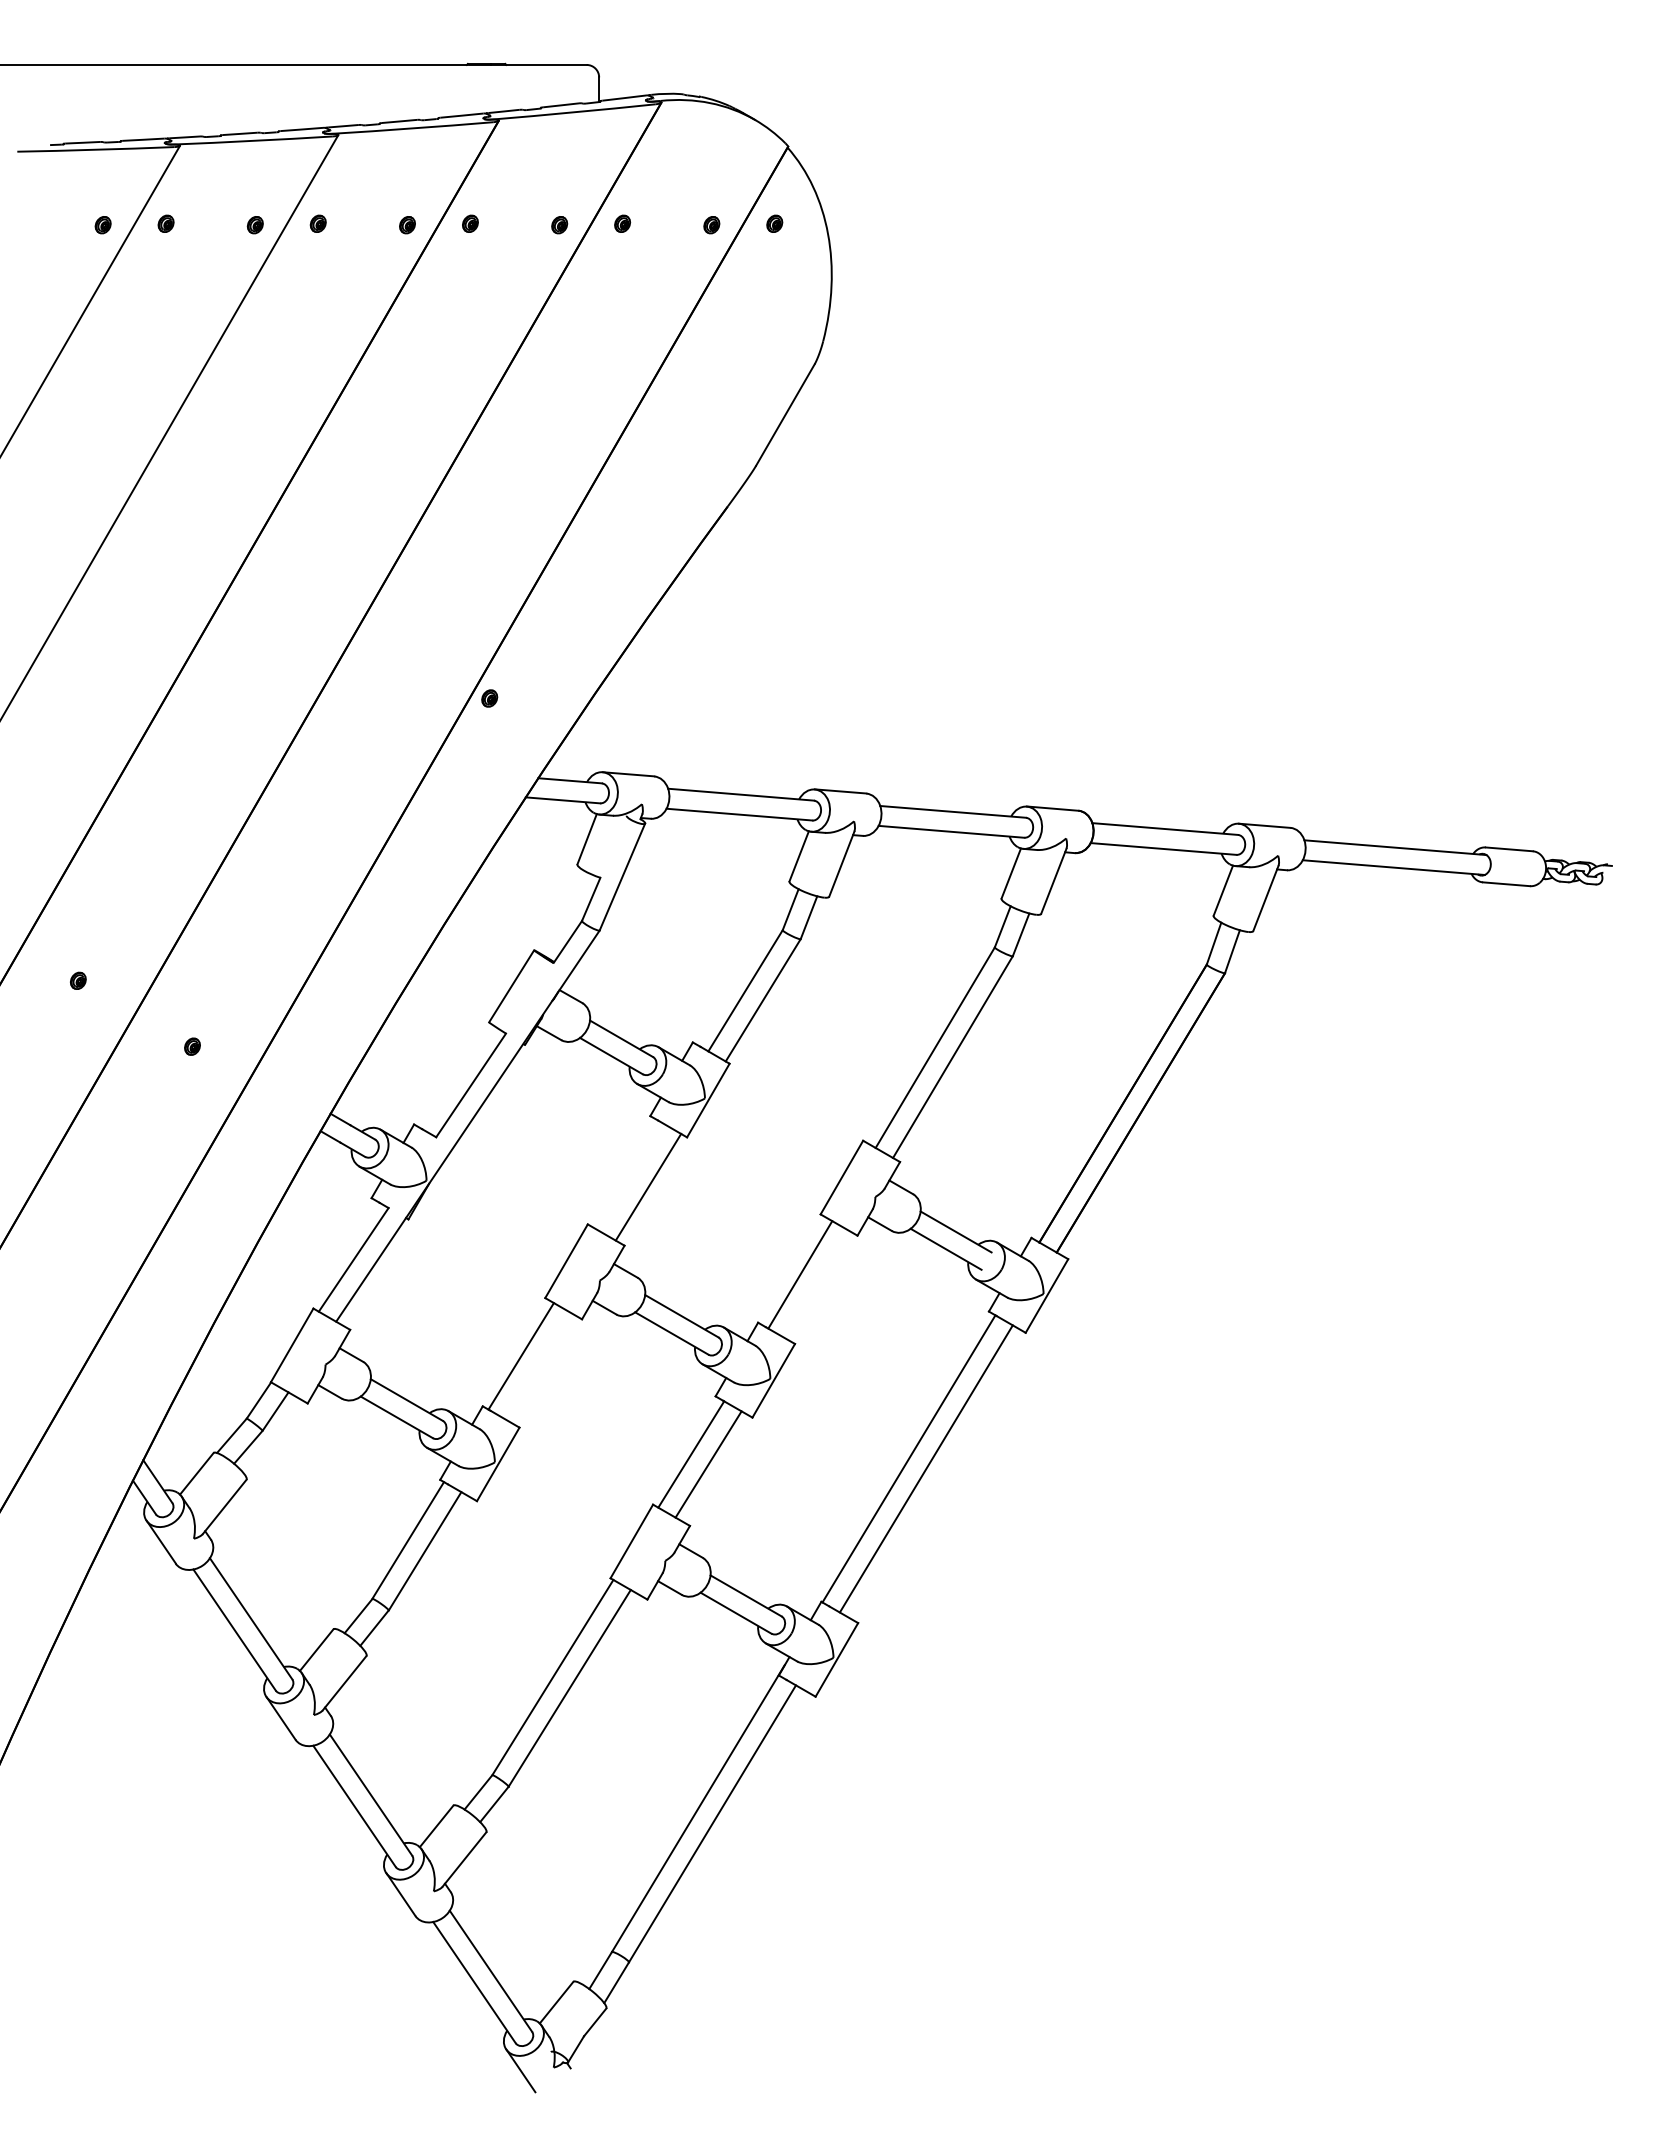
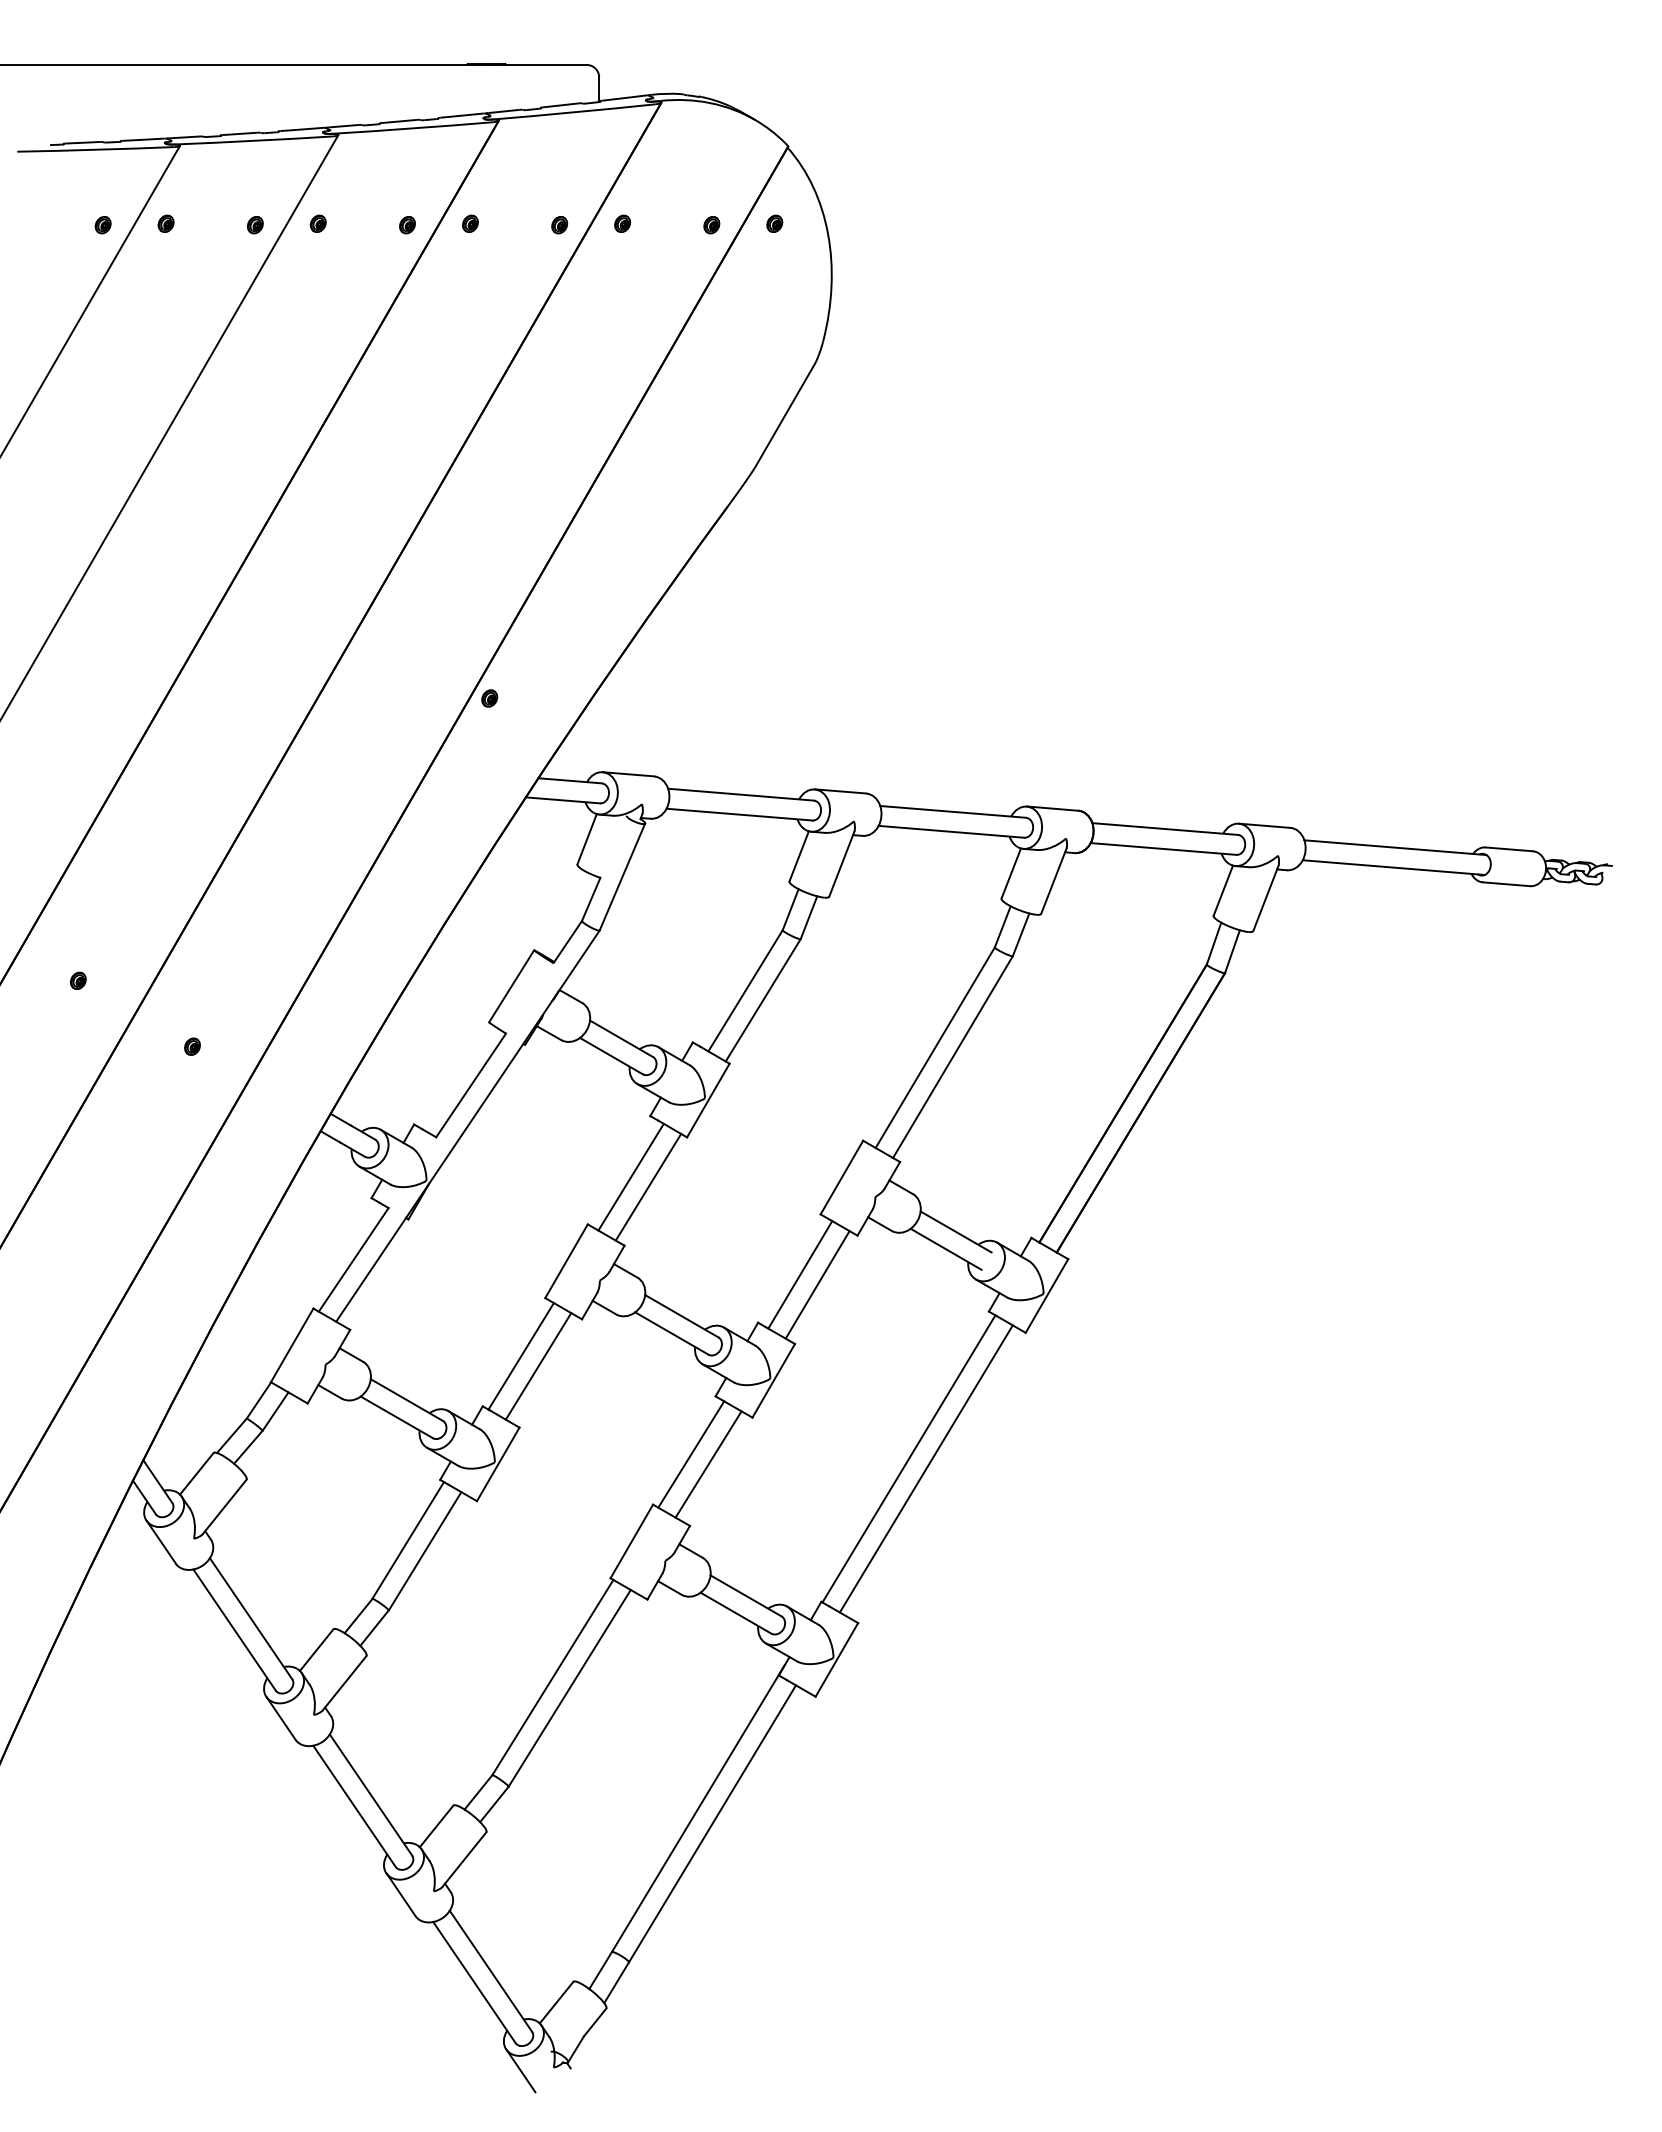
line at (630, 1176): none -> present
line at (817, 1284): none -> present
line at (538, 1366): none -> present
